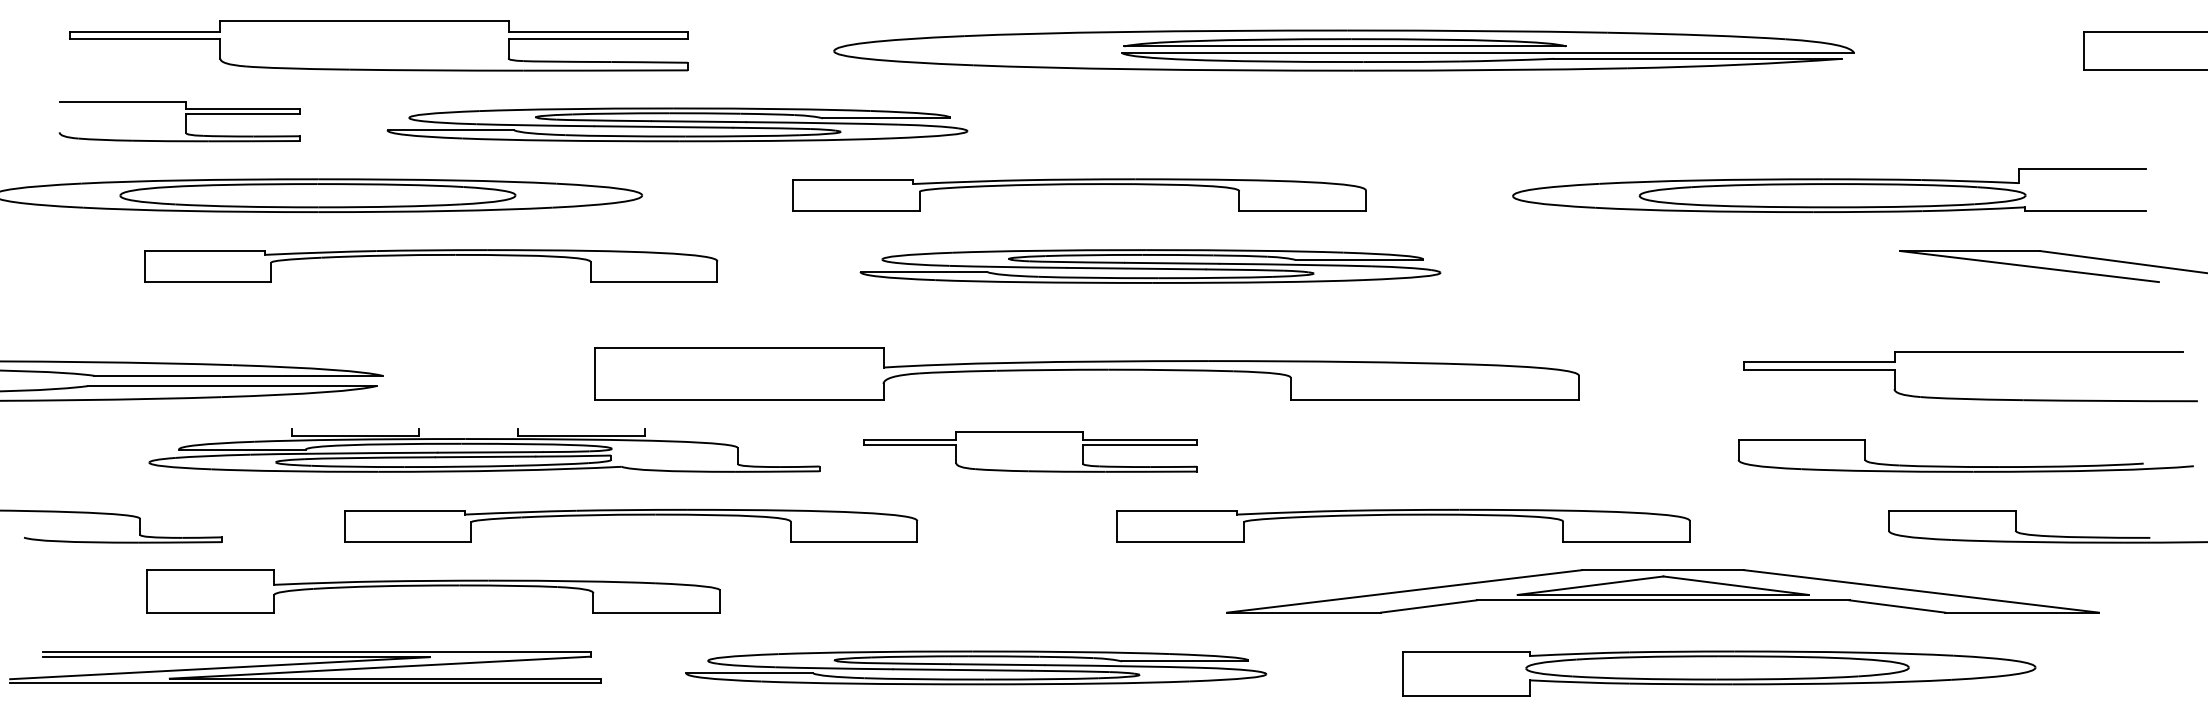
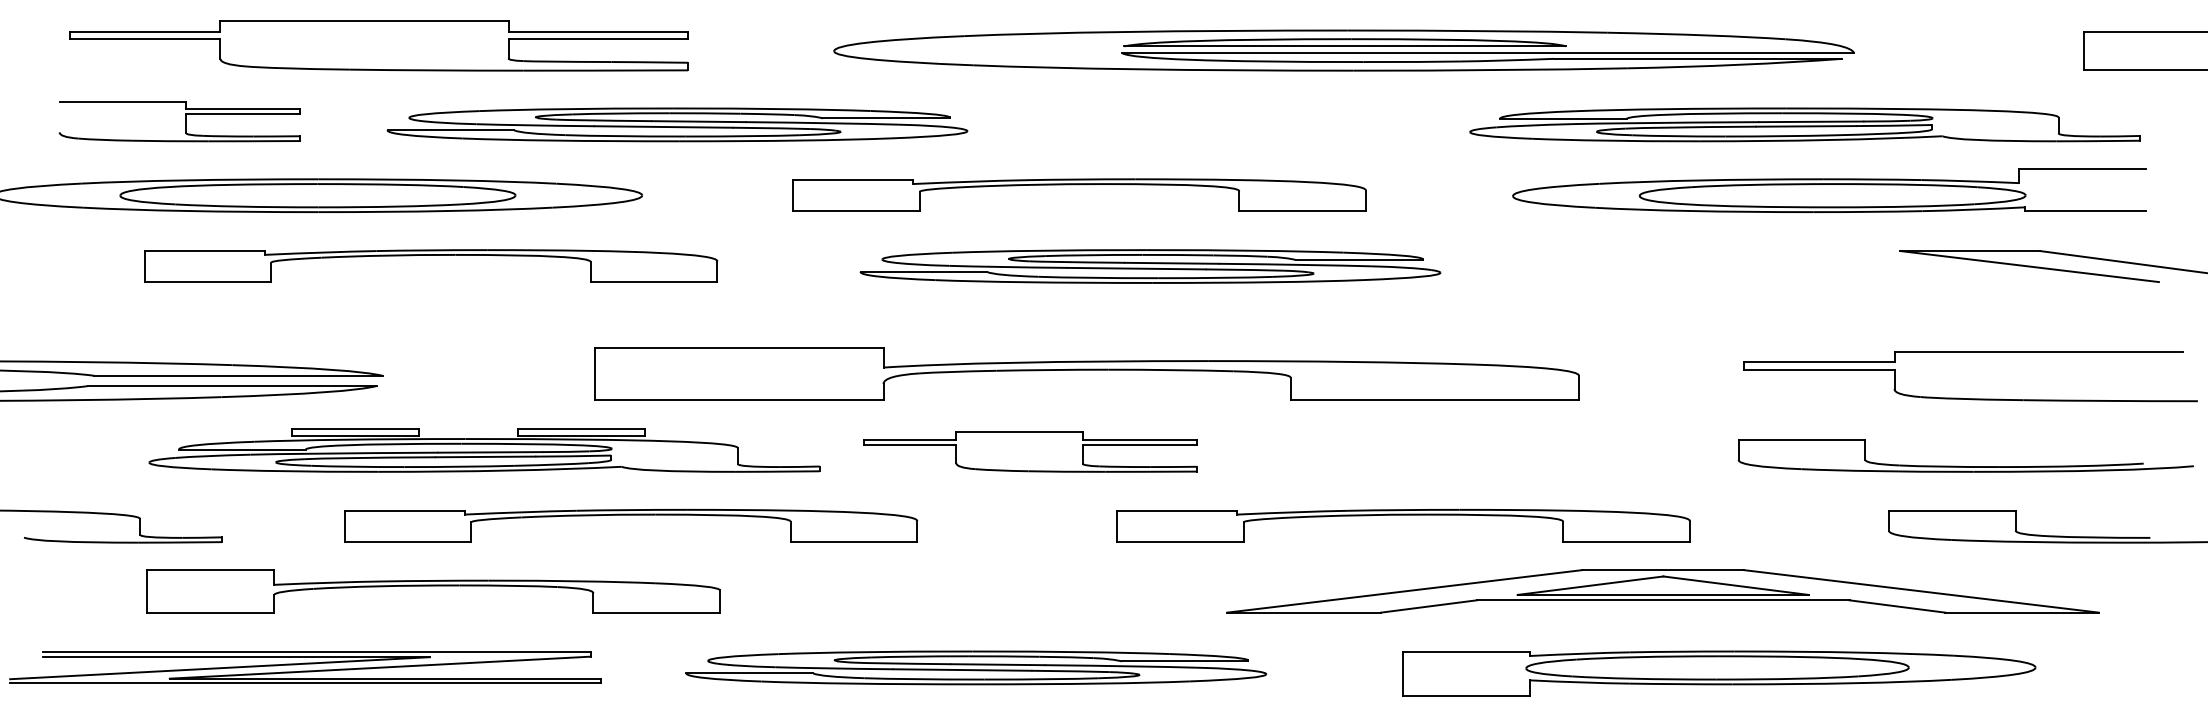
part at (1804, 124): none -> present
line at (354, 428): none -> present
line at (581, 428): none -> present
